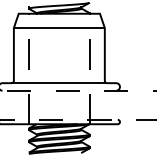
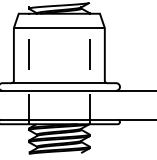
line at (78, 90): dashed -> solid
line at (78, 119): dashed -> solid
